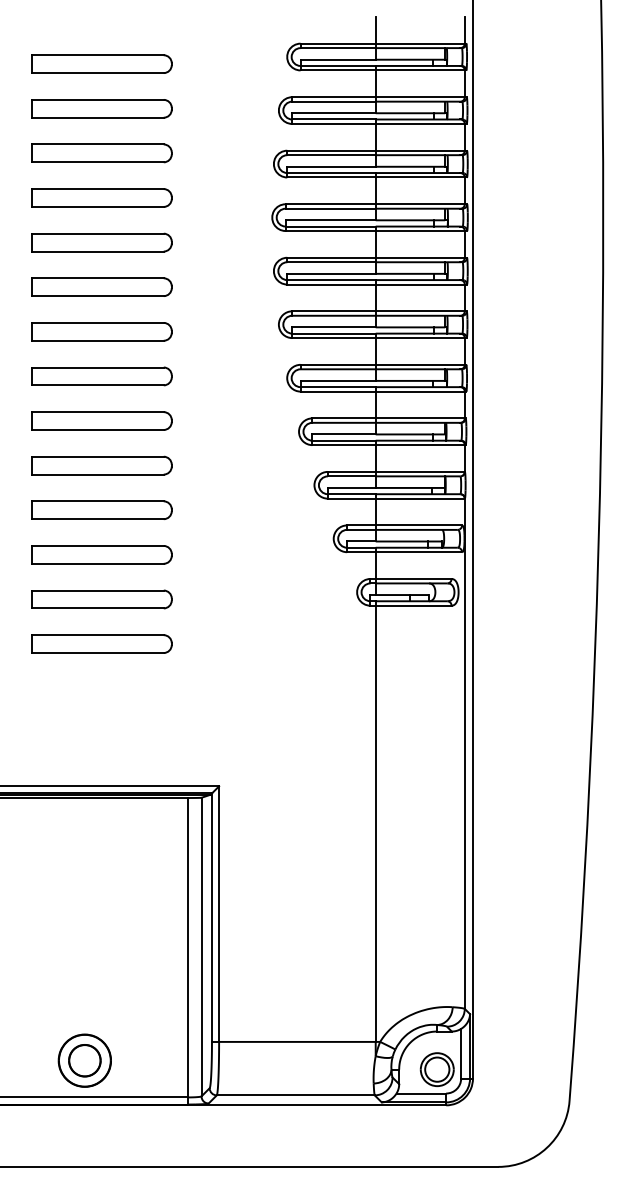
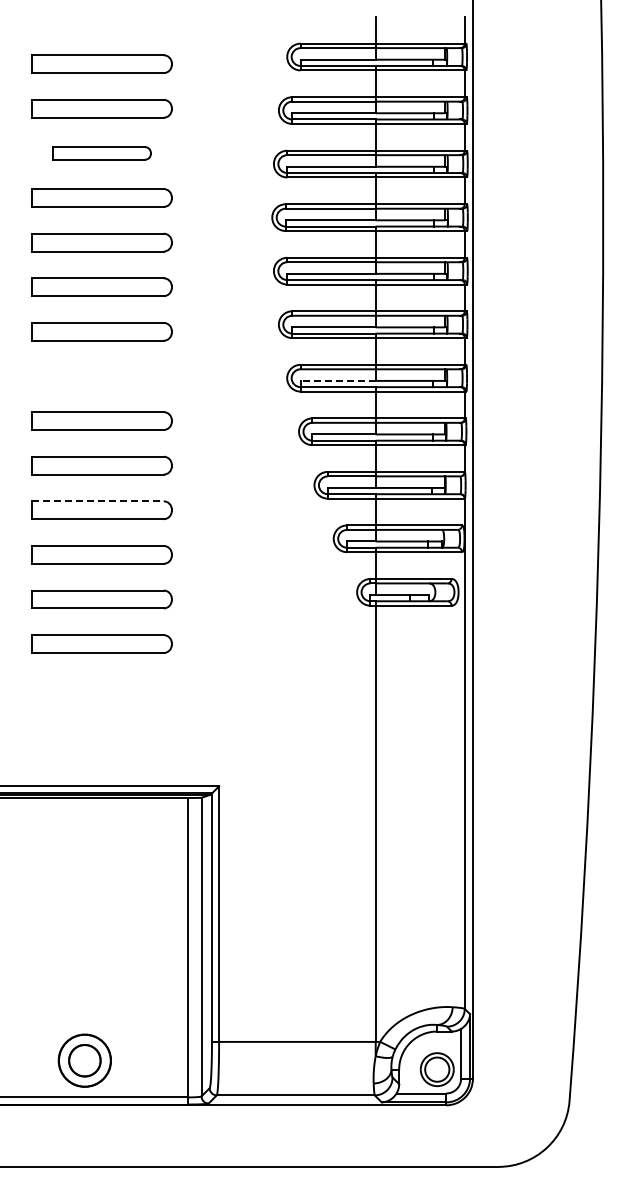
part at (101, 153) size: 142x21 px -> 100x15 px
part at (101, 376): present -> none
line at (338, 380): solid -> dashed
line at (97, 501): solid -> dashed
